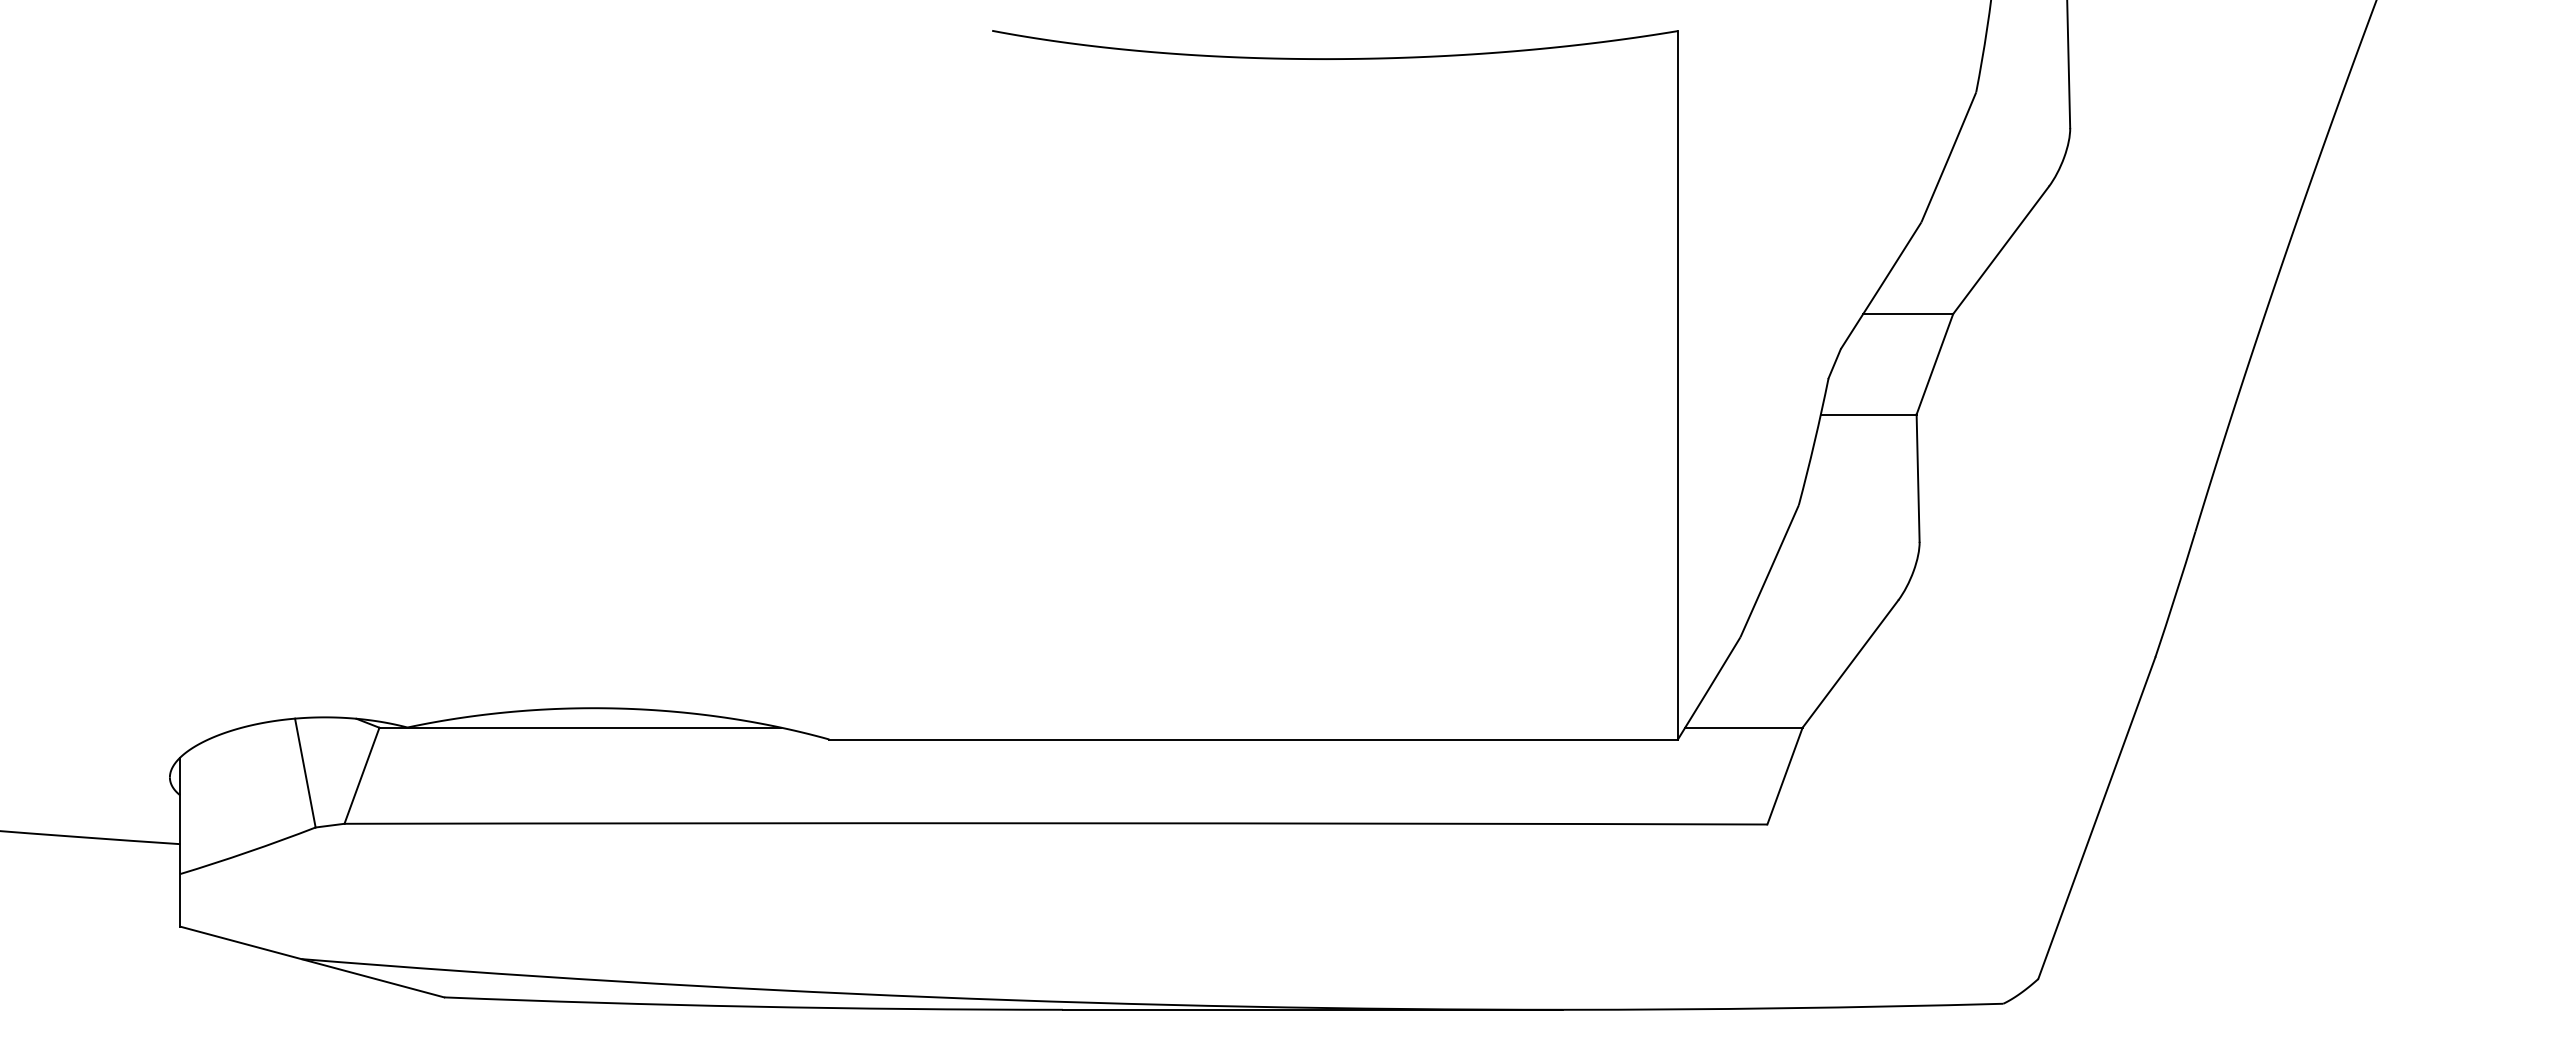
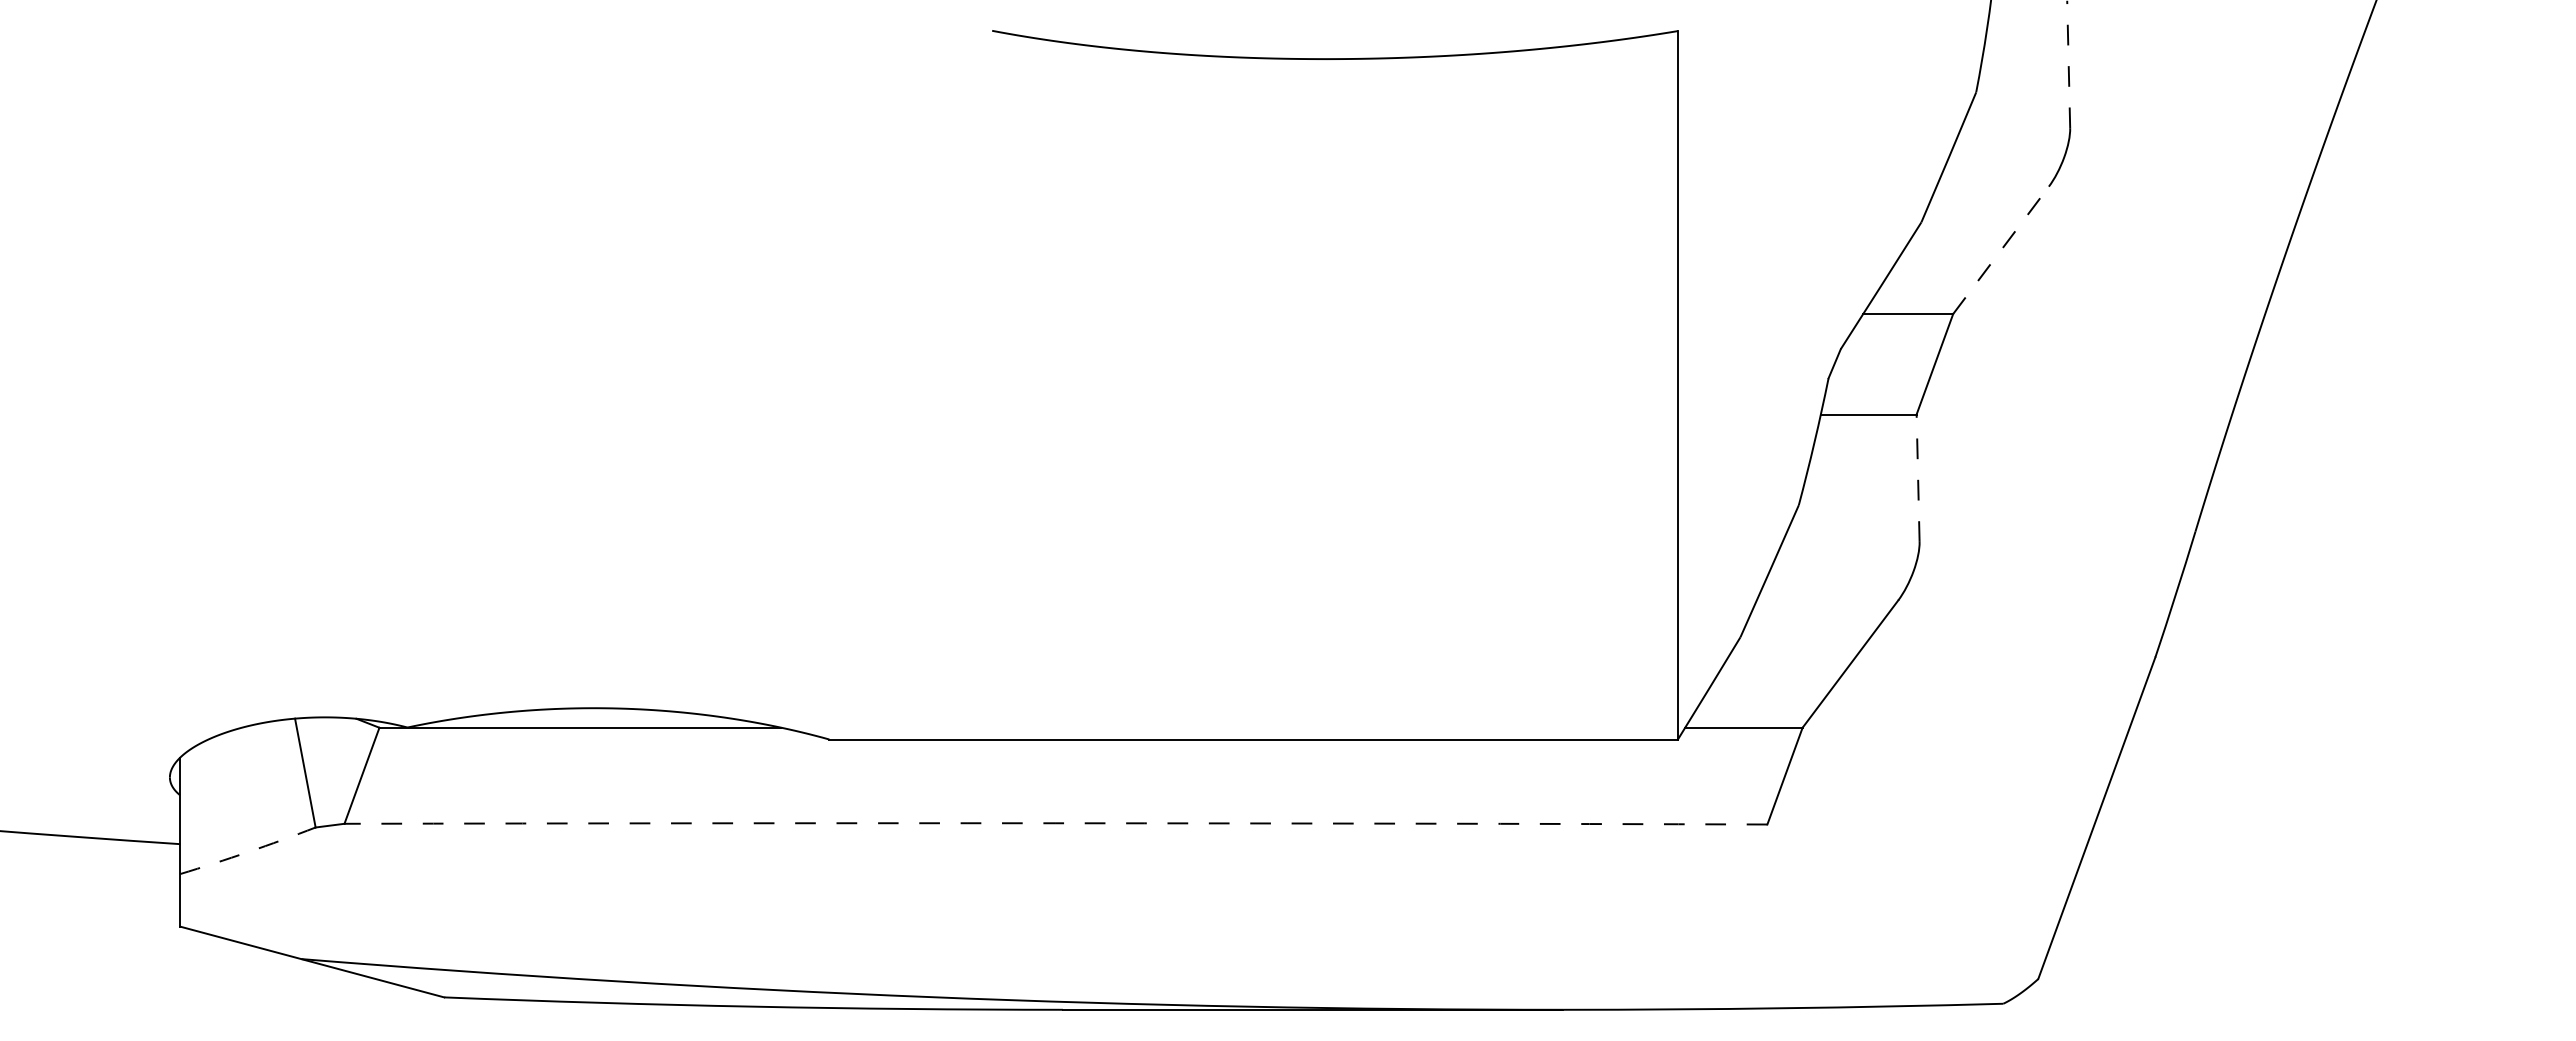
line at (2068, 64): solid -> dashed
line at (2001, 250): solid -> dashed
line at (1918, 478): solid -> dashed
arc at (1055, 823): solid -> dashed
arc at (248, 852): solid -> dashed
